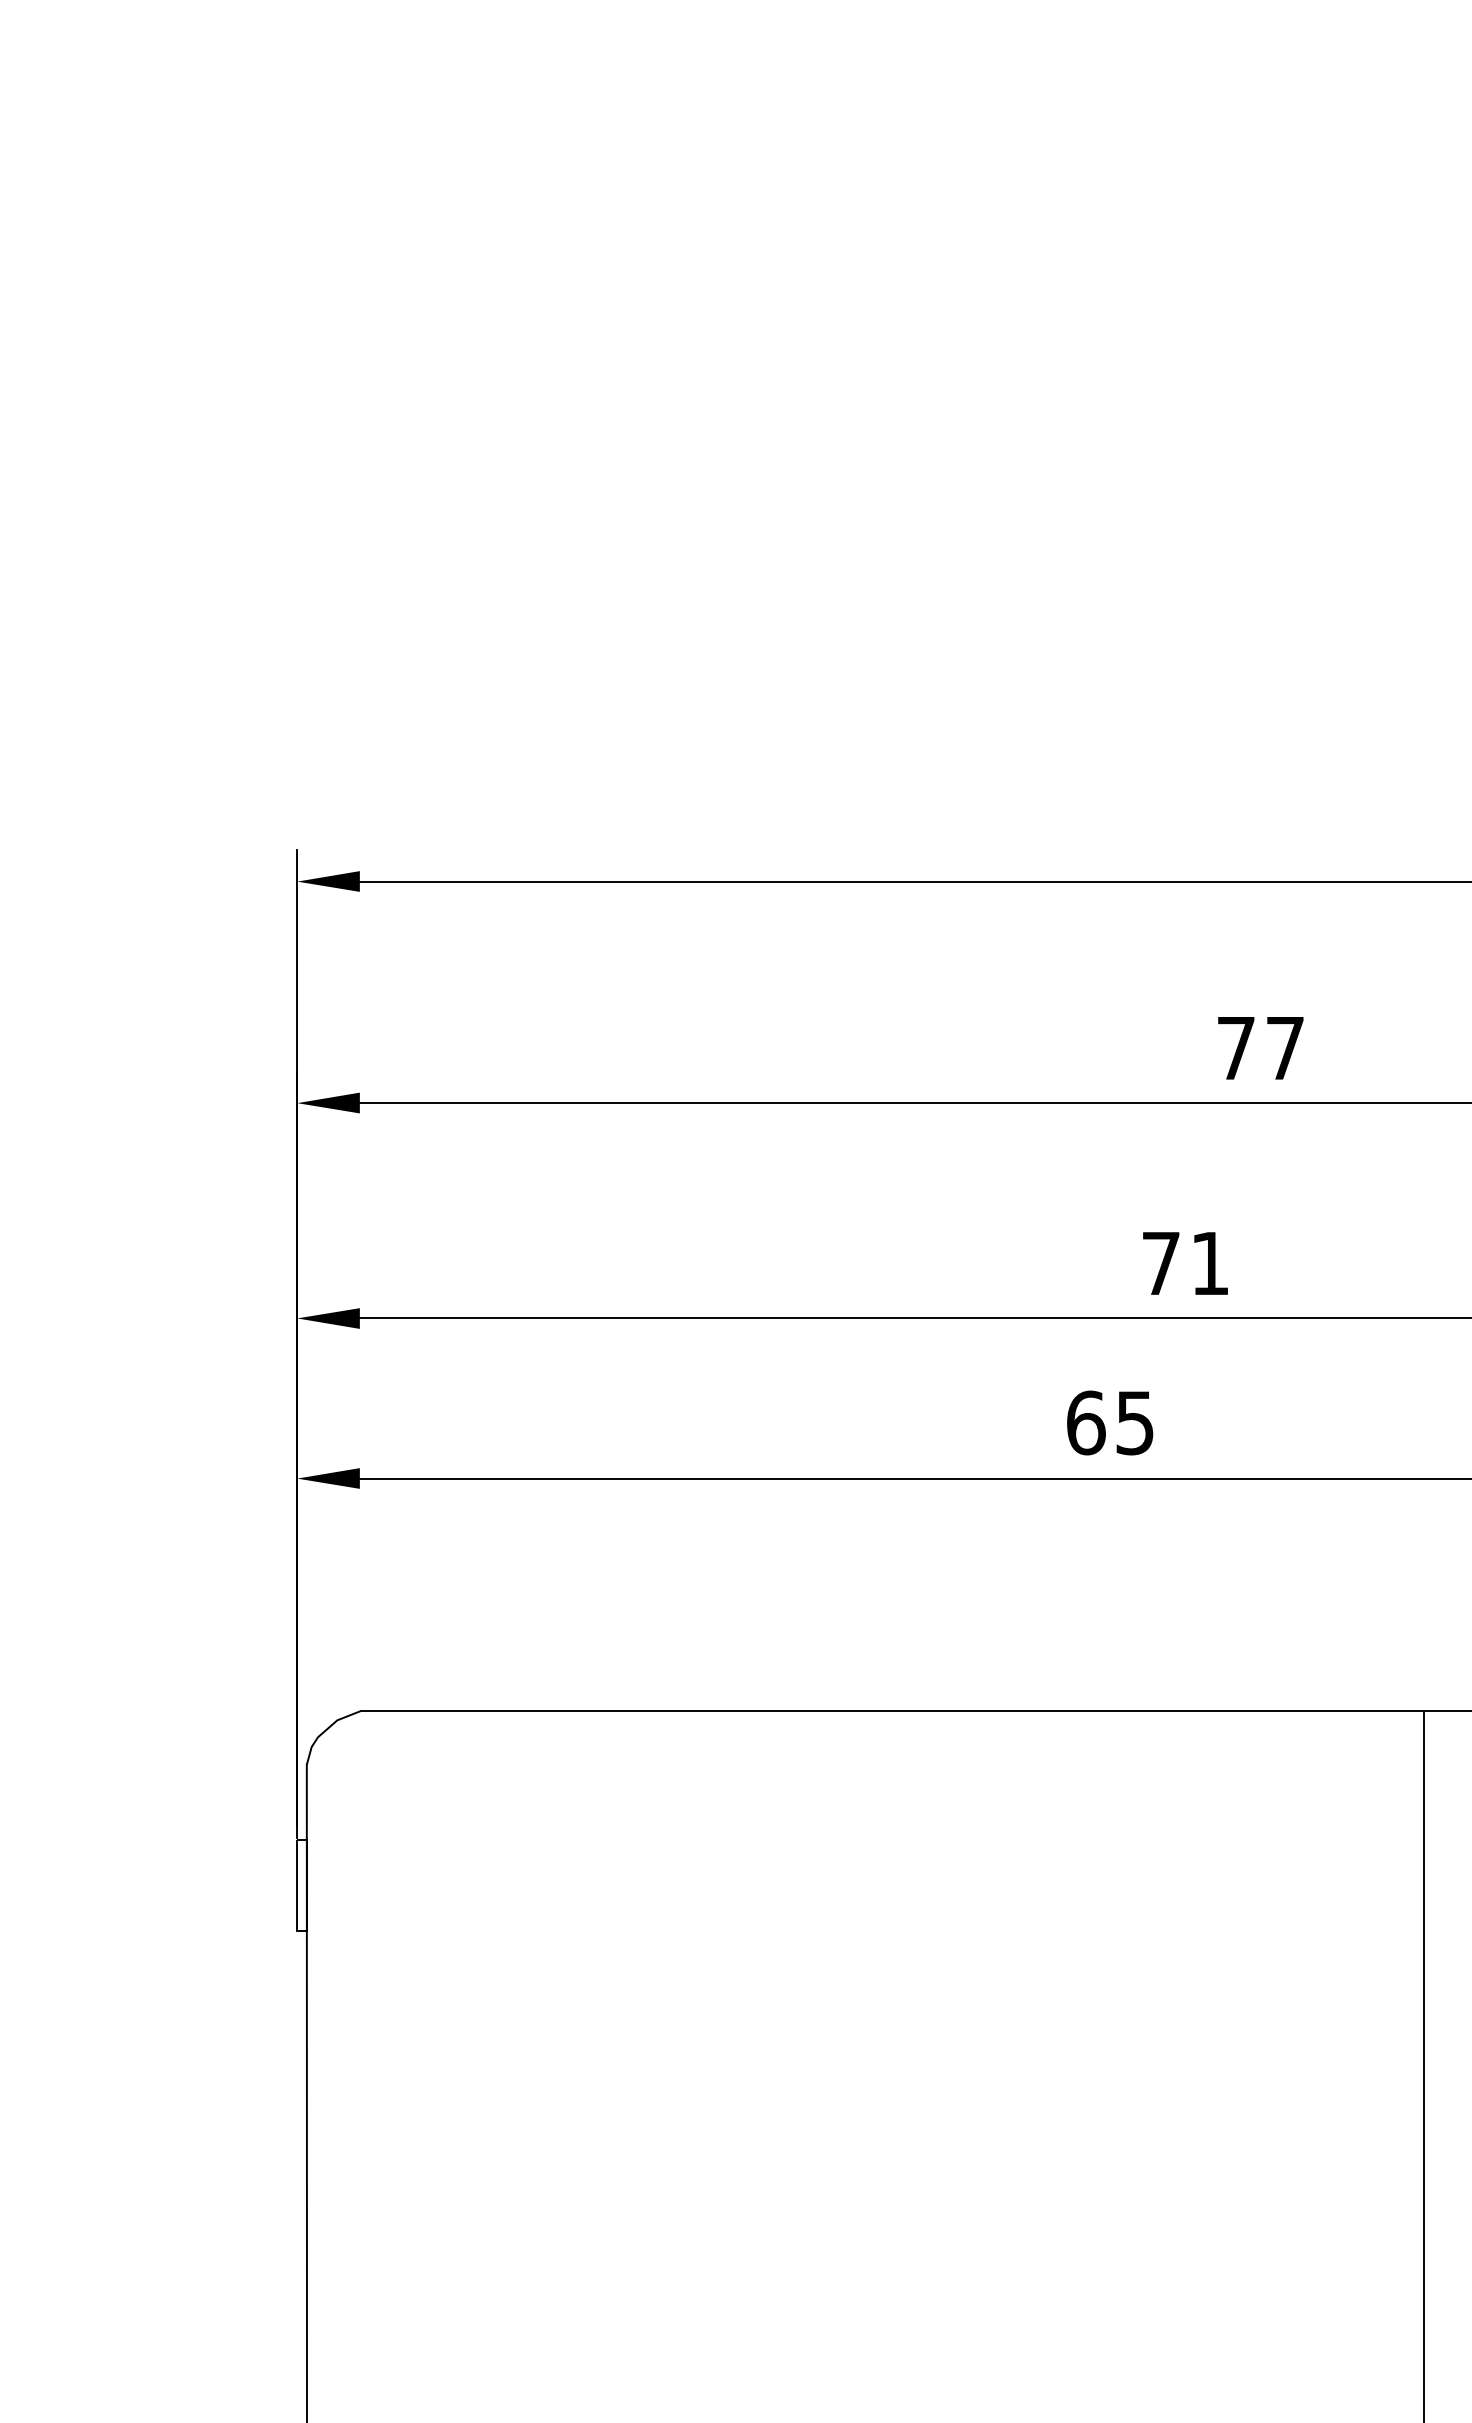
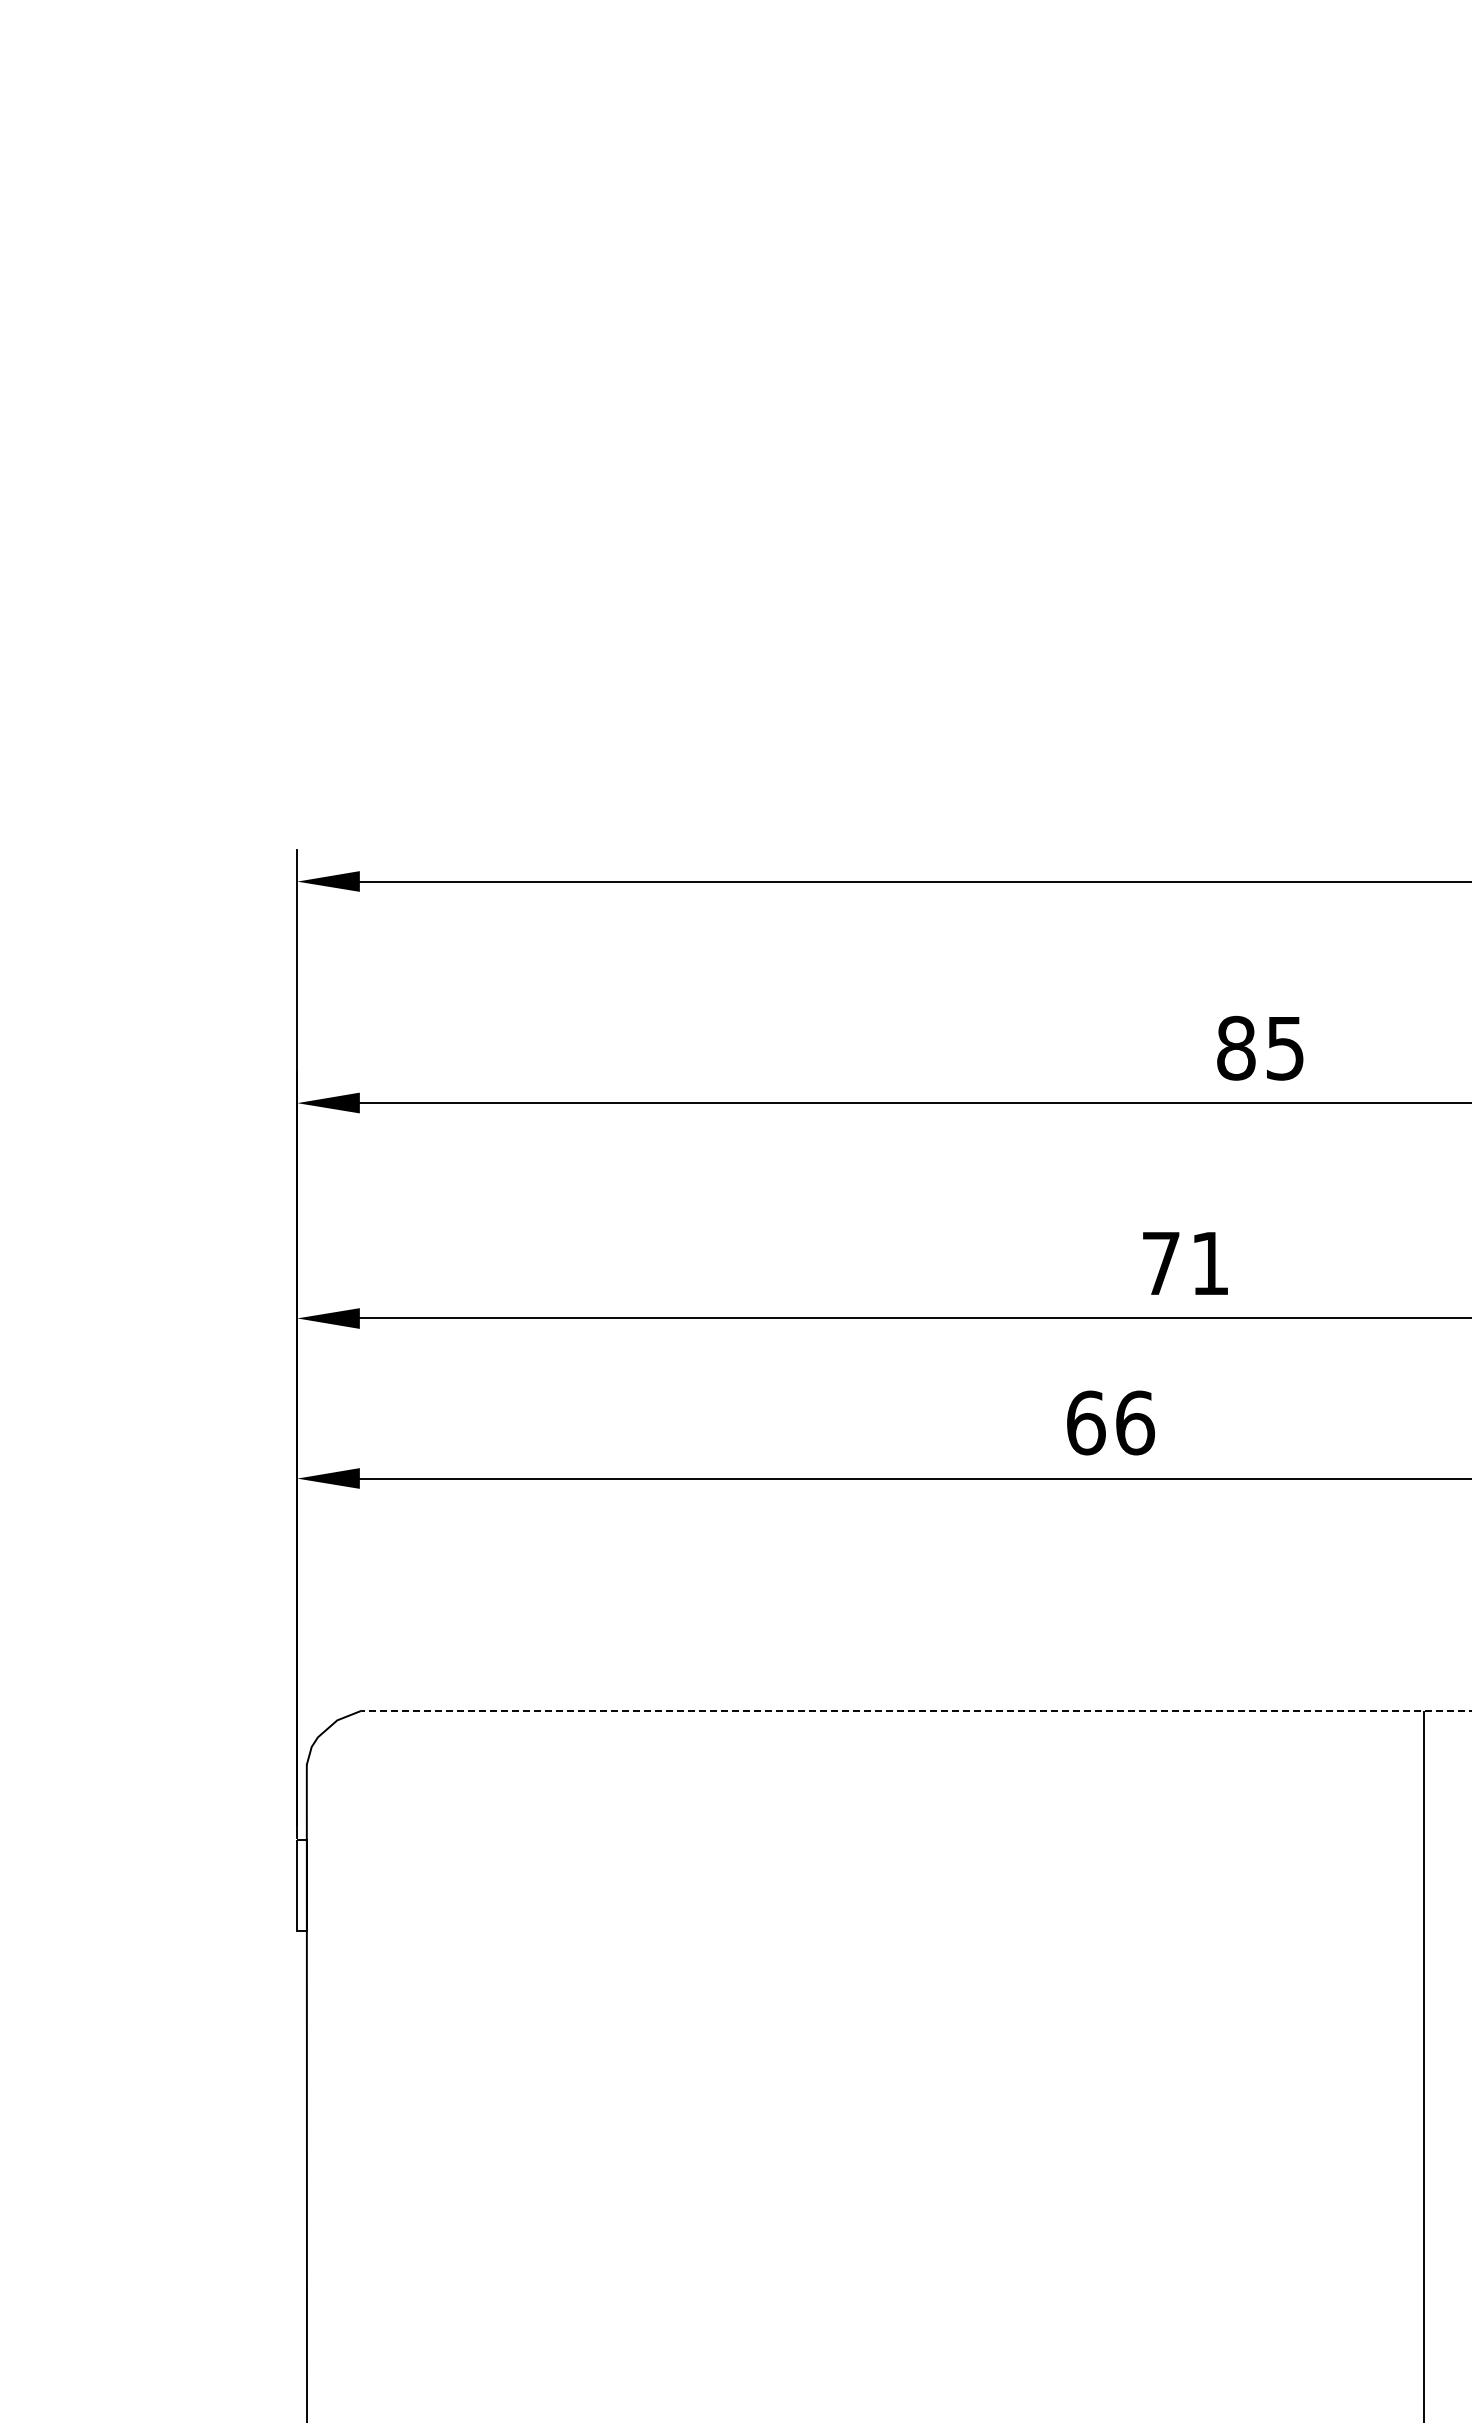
text at (1260, 1047): 77 -> 85
text at (1135, 1422): 65 -> 66
line at (916, 1710): solid -> dashed
